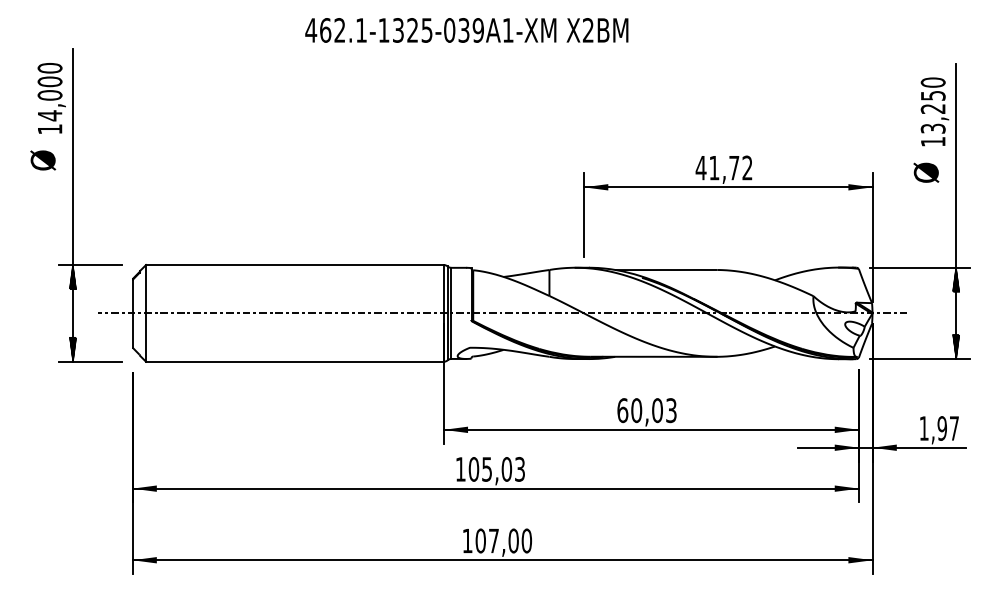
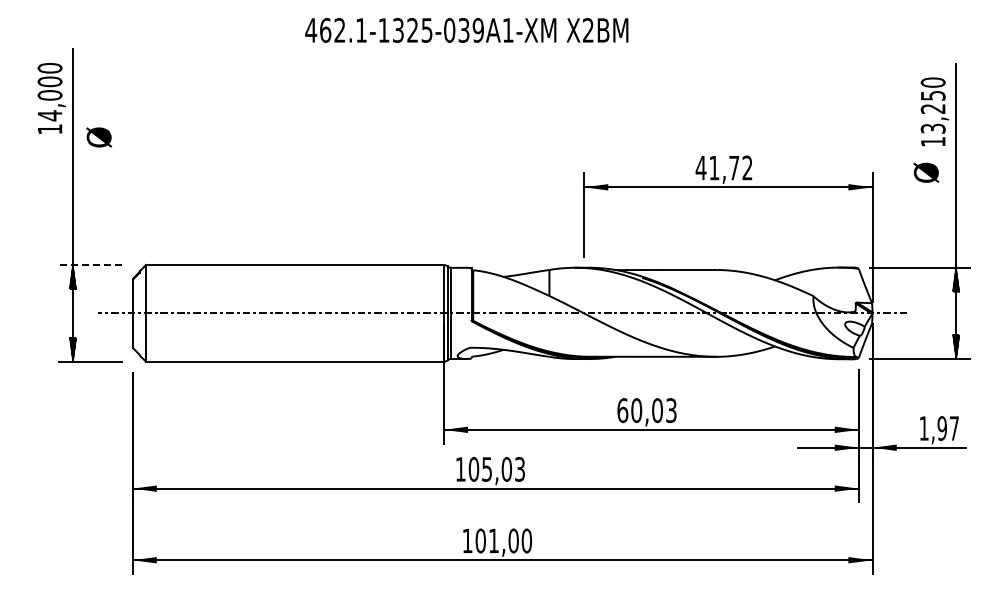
text at (43, 160) position: (43, 160) -> (99, 137)
line at (89, 264): solid -> dashed
text at (493, 540): 107,00 -> 101,00
